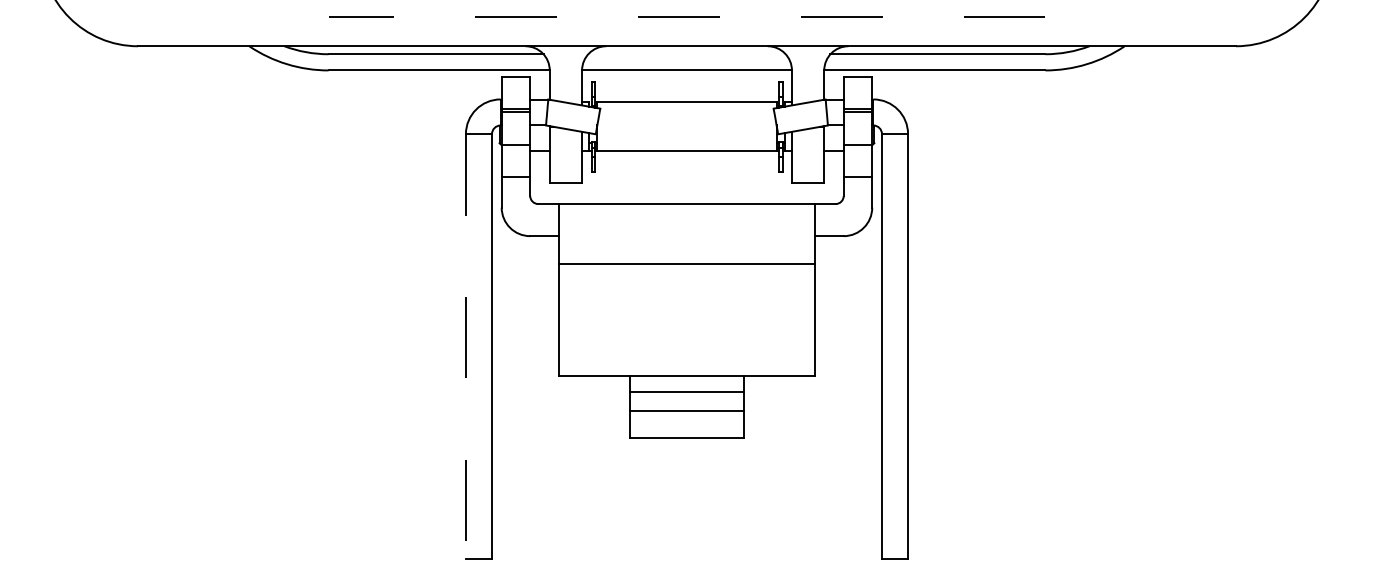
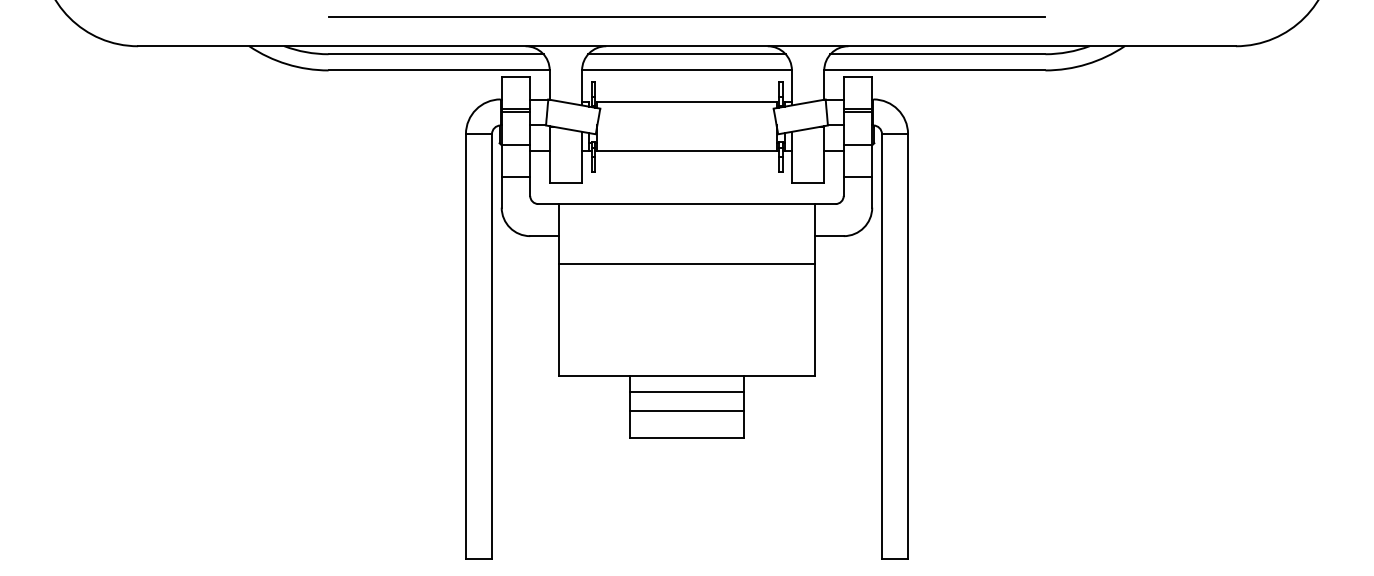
line at (686, 17): dashed -> solid
line at (686, 54): none -> present
line at (465, 347): dashed -> solid
